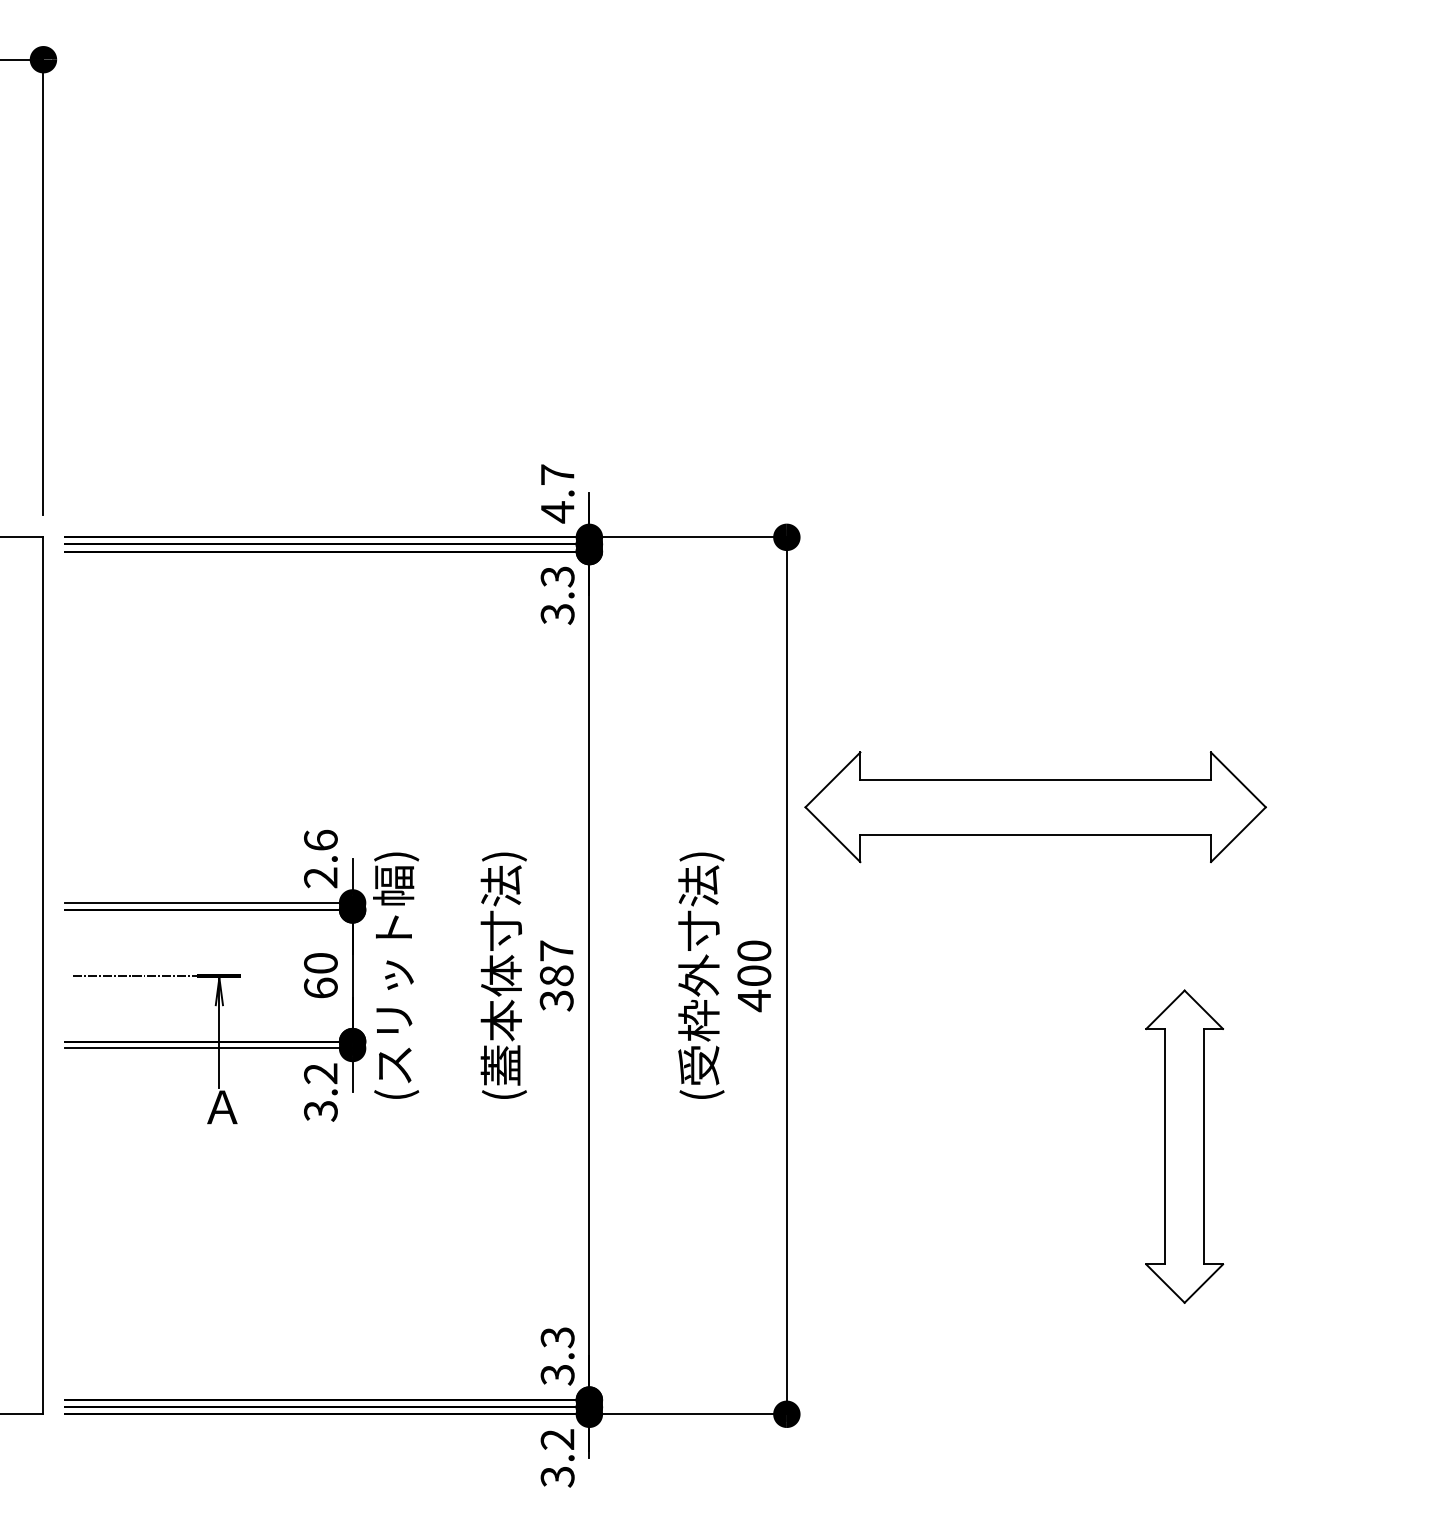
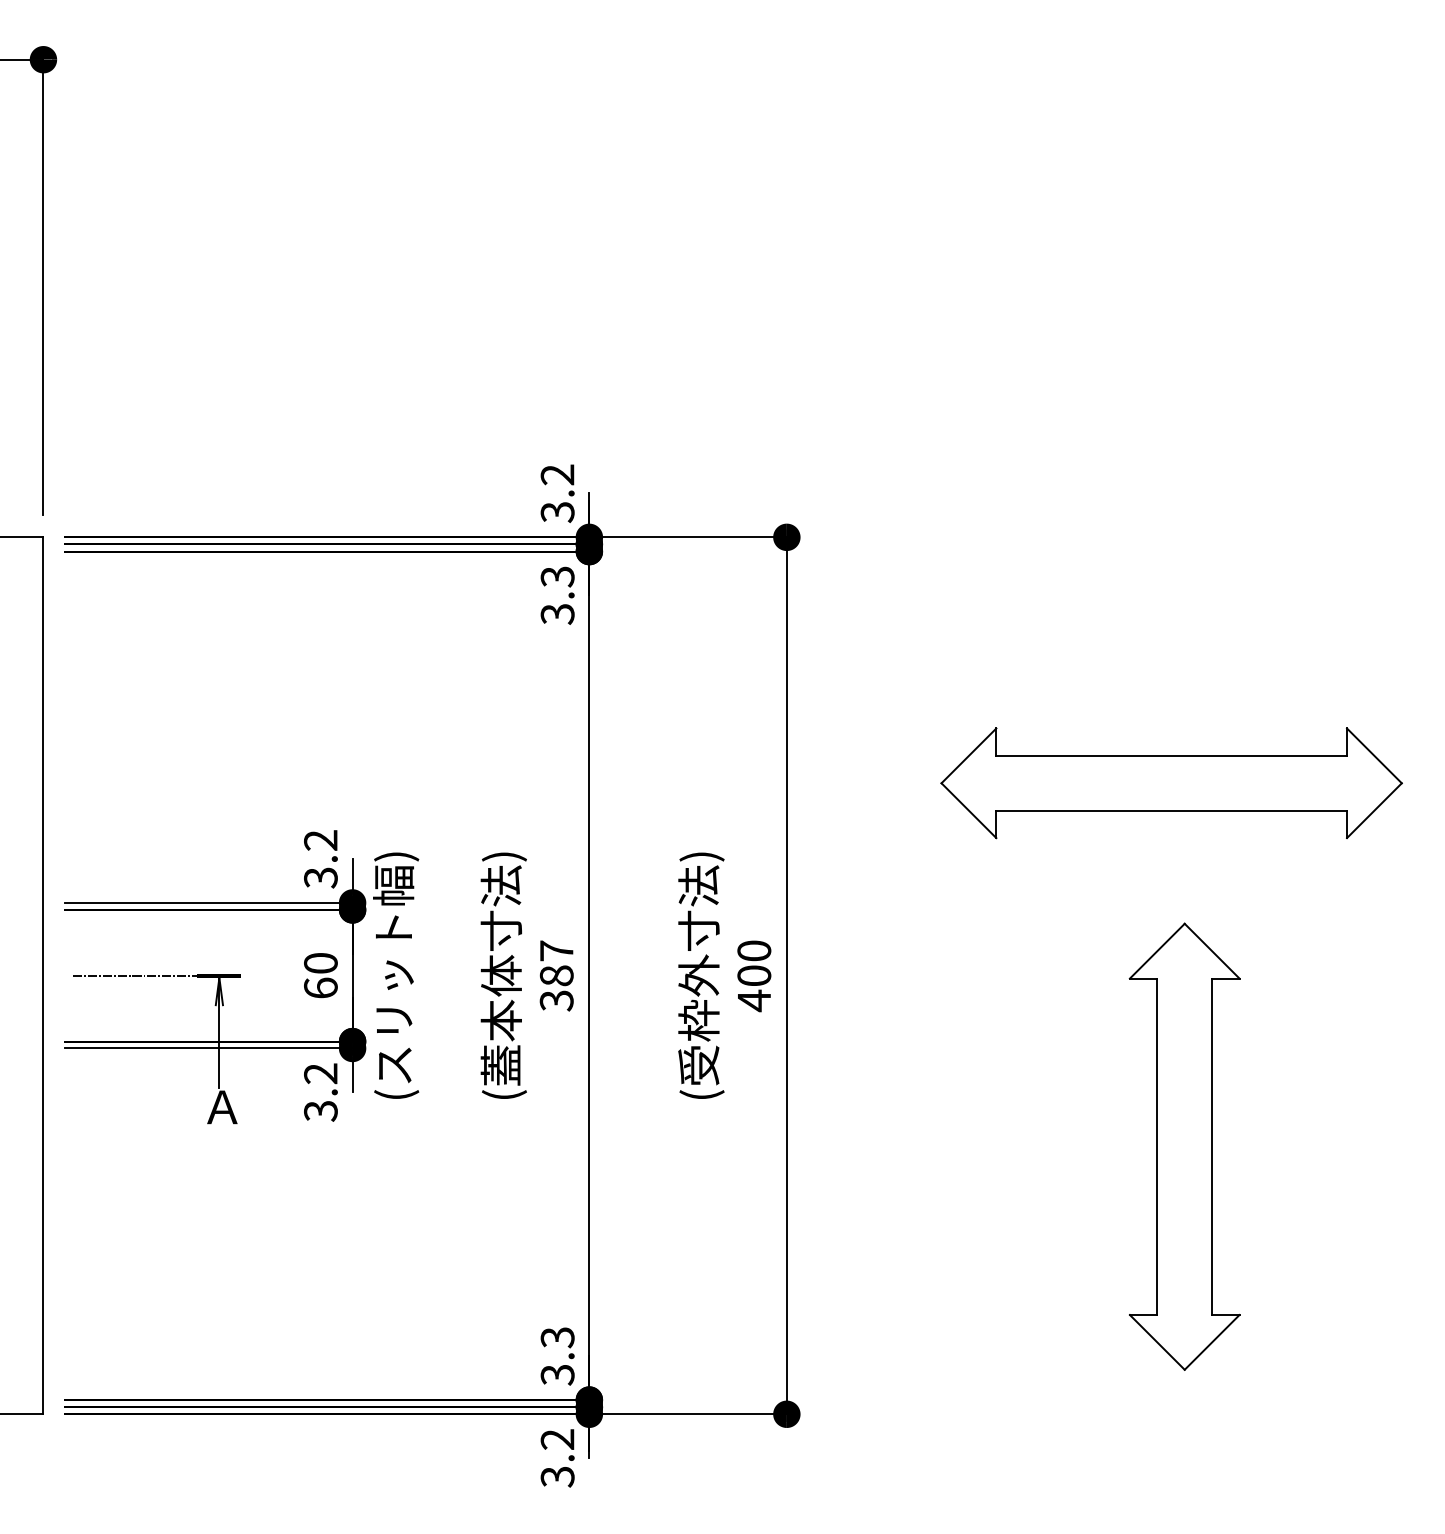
text at (557, 493): 4.7 -> 3.2
part at (1035, 807) position: (1035, 807) -> (1171, 783)
text at (320, 858): 2.6 -> 3.2
part at (1184, 1146) size: 80x315 px -> 113x449 px
